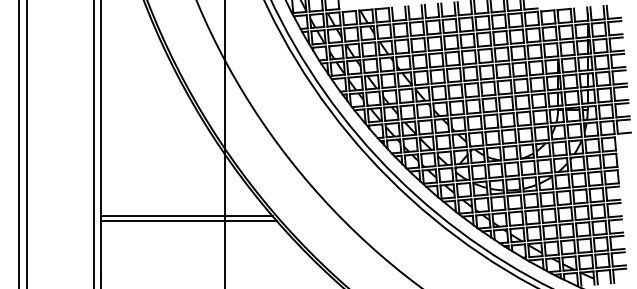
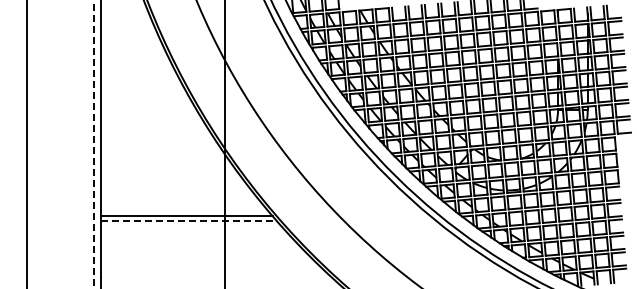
line at (19, 143): present -> none
line at (93, 144): solid -> dashed
line at (189, 221): solid -> dashed
